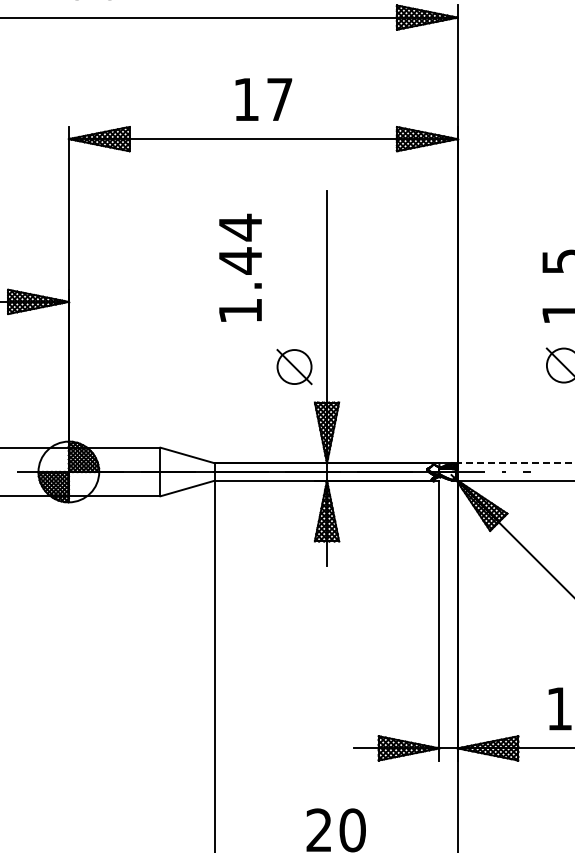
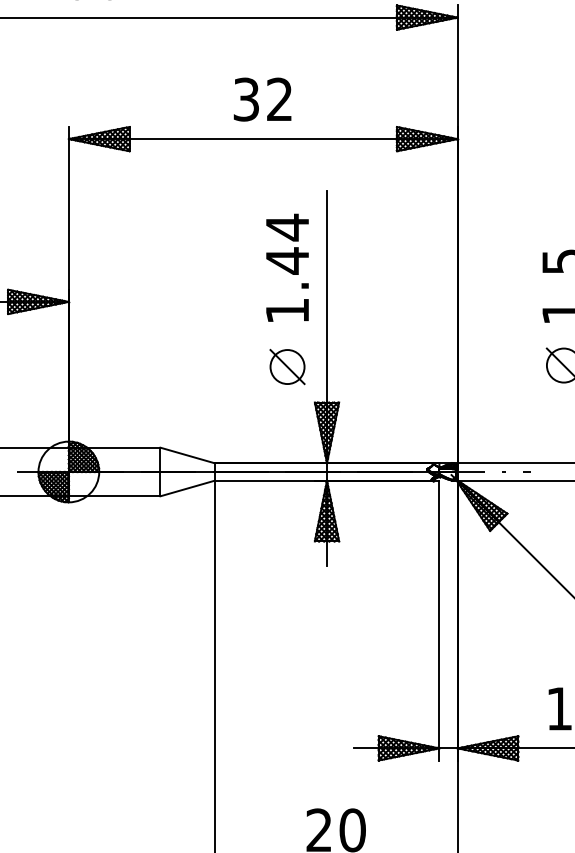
text at (262, 99): 17 -> 32
text at (240, 267) position: (240, 267) -> (287, 267)
part at (294, 367) position: (294, 367) -> (287, 367)
line at (513, 462): dashed -> solid
